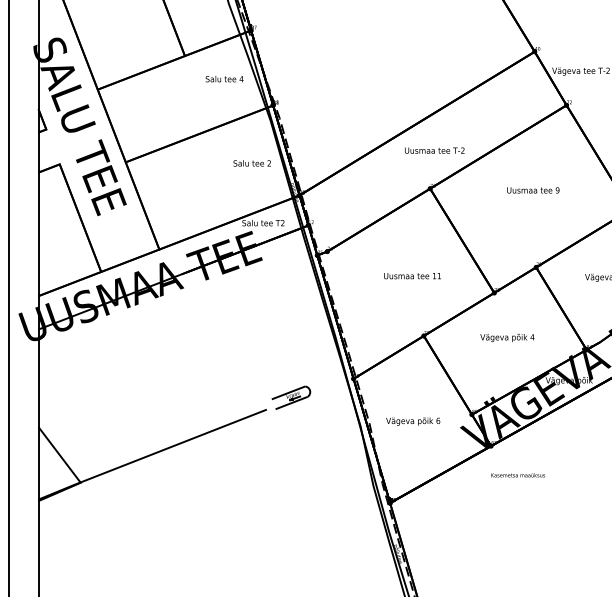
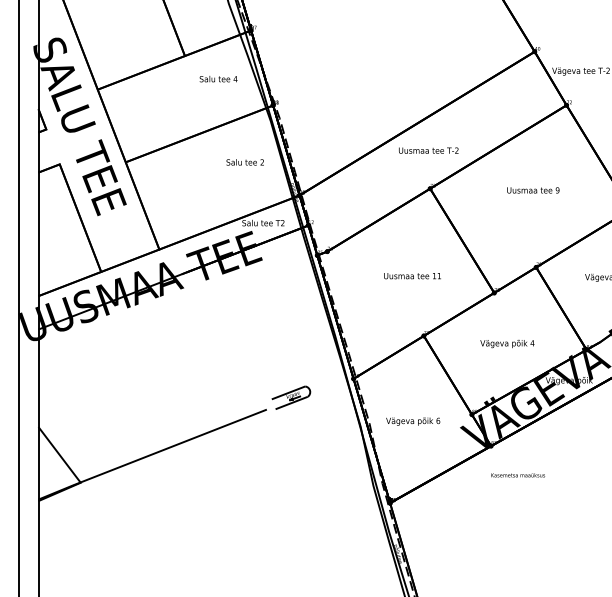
text at (224, 79) position: (224, 79) -> (218, 79)
text at (434, 150) position: (434, 150) -> (428, 150)
text at (251, 163) position: (251, 163) -> (244, 162)
line at (9, 297) position: (9, 297) -> (19, 297)
text at (507, 338) position: (507, 338) -> (507, 344)
